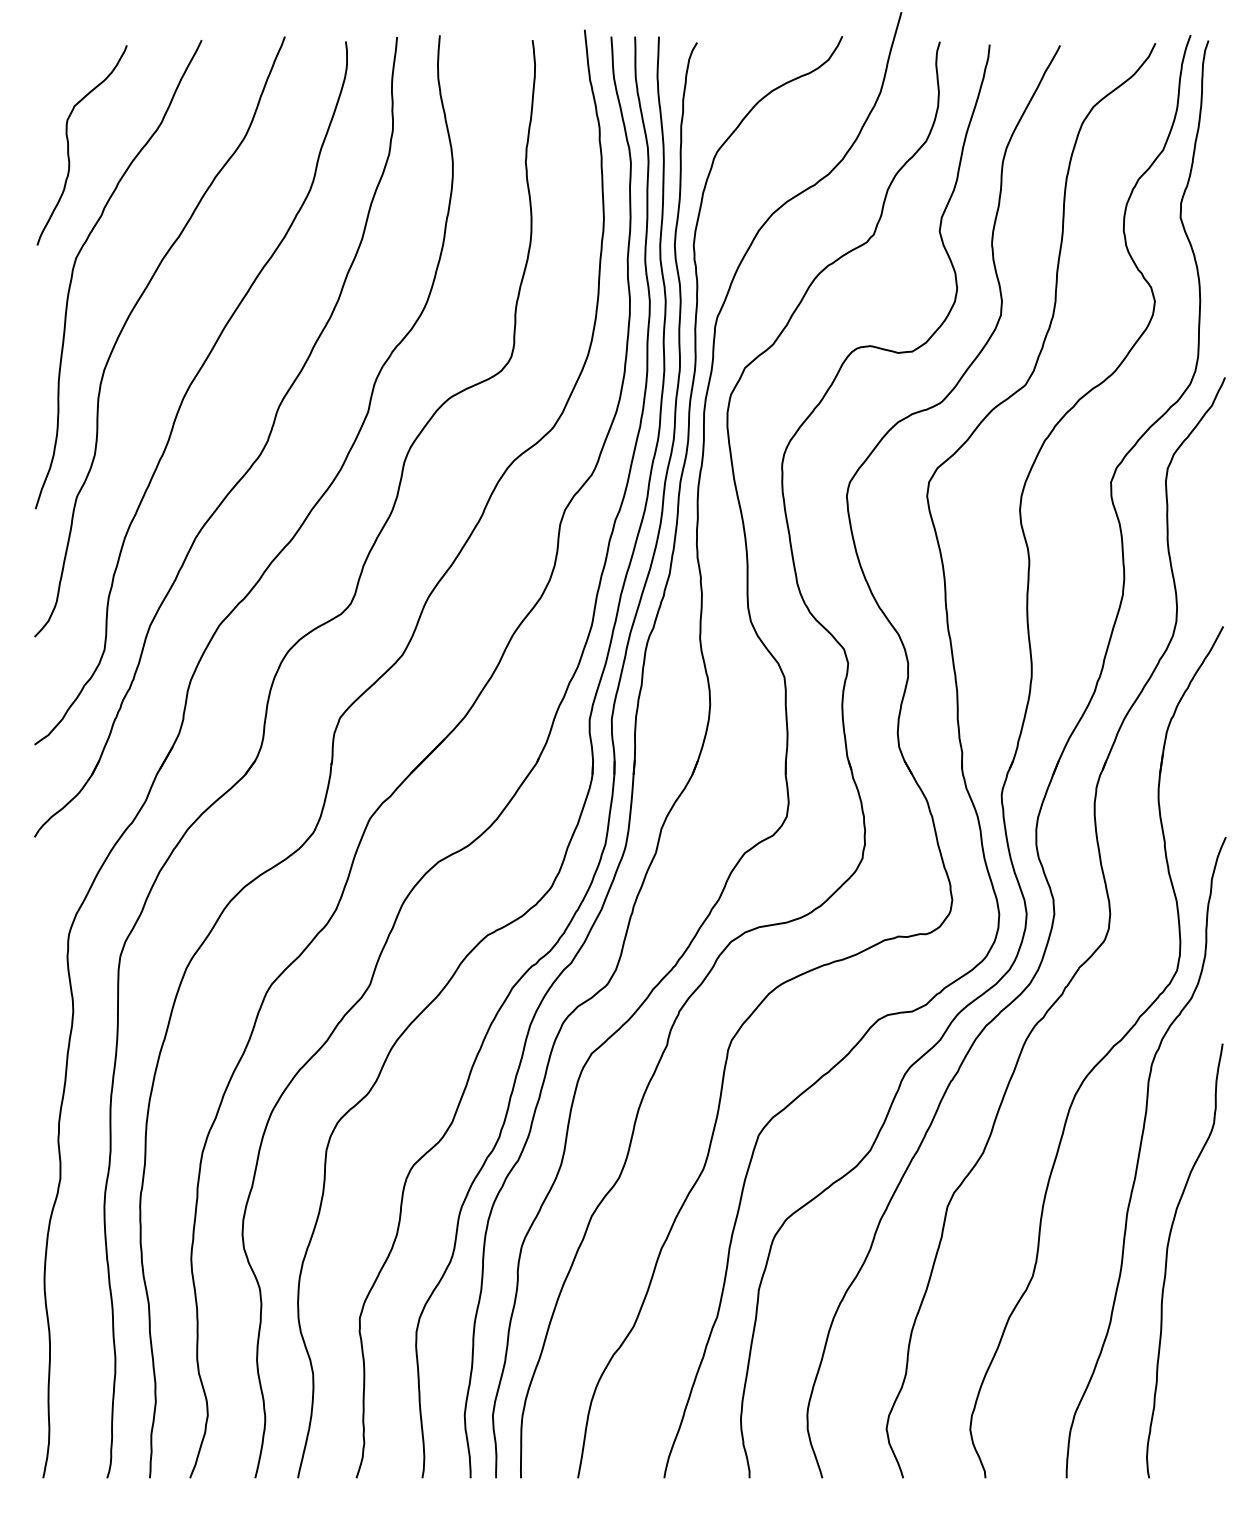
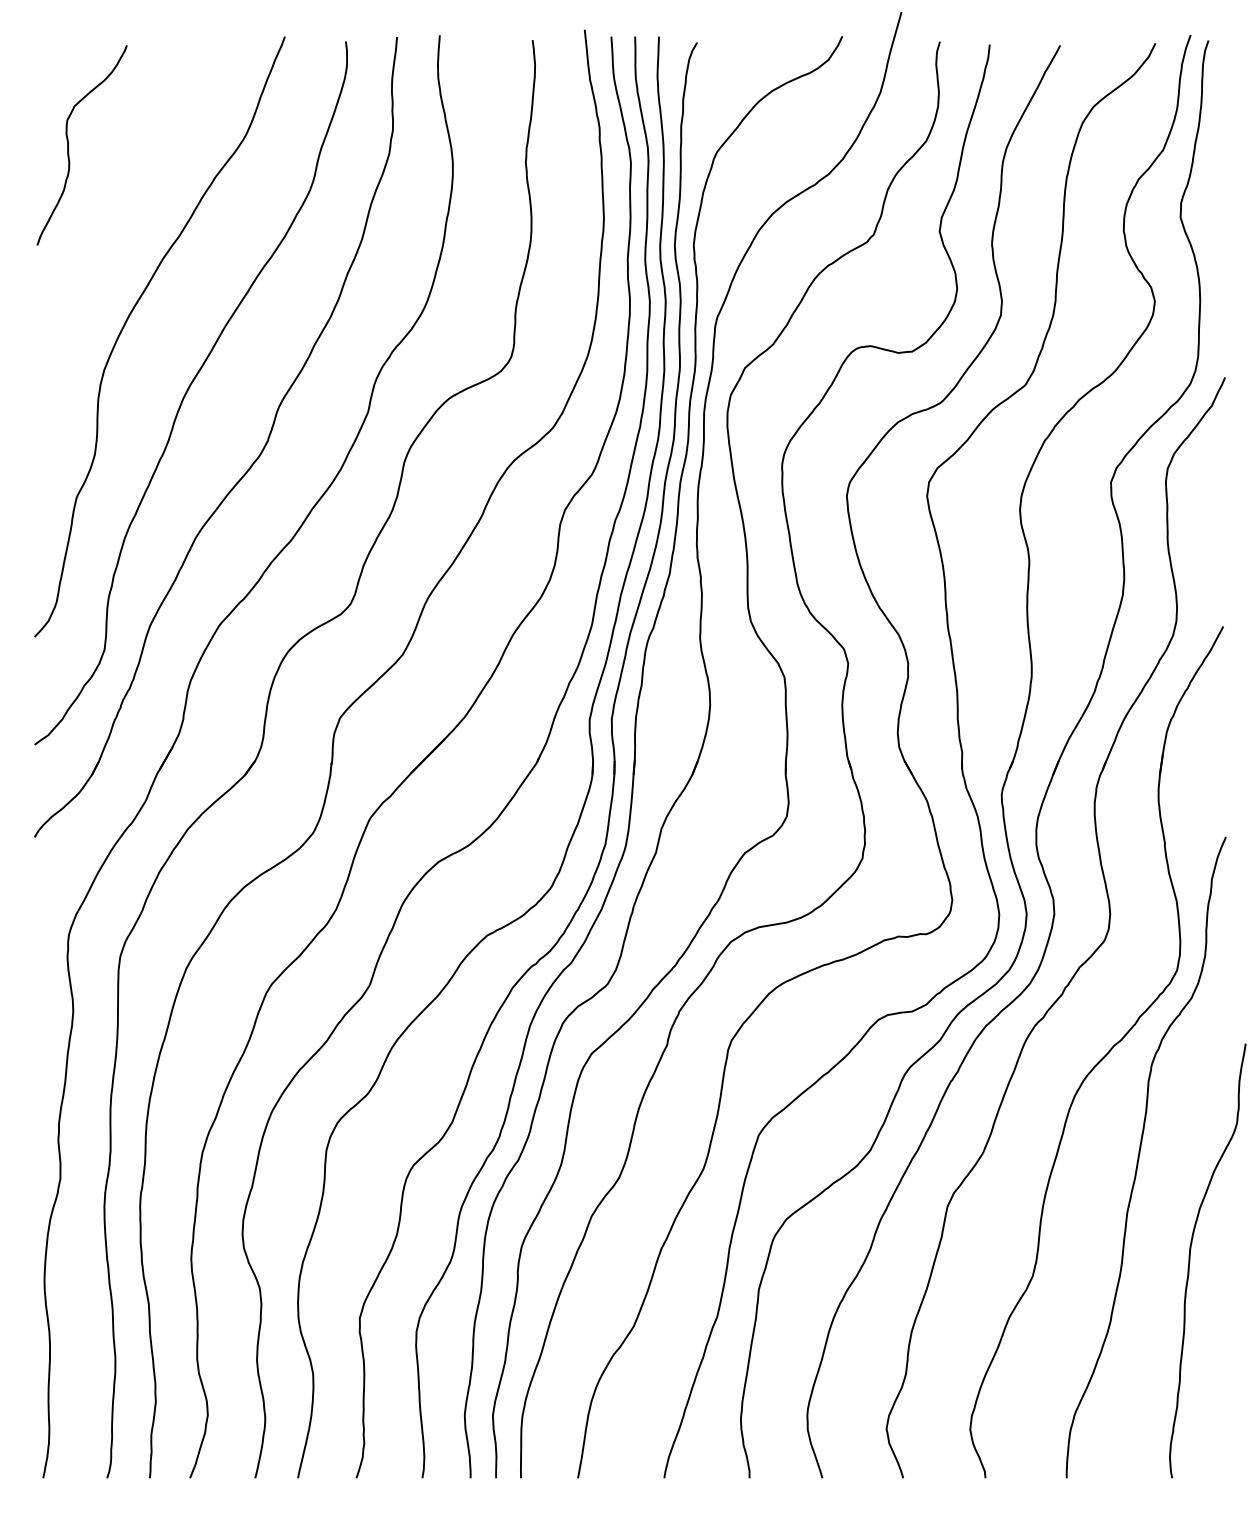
curve at (79, 254): present -> none
curve at (1167, 1260) position: (1167, 1260) -> (1190, 1260)
